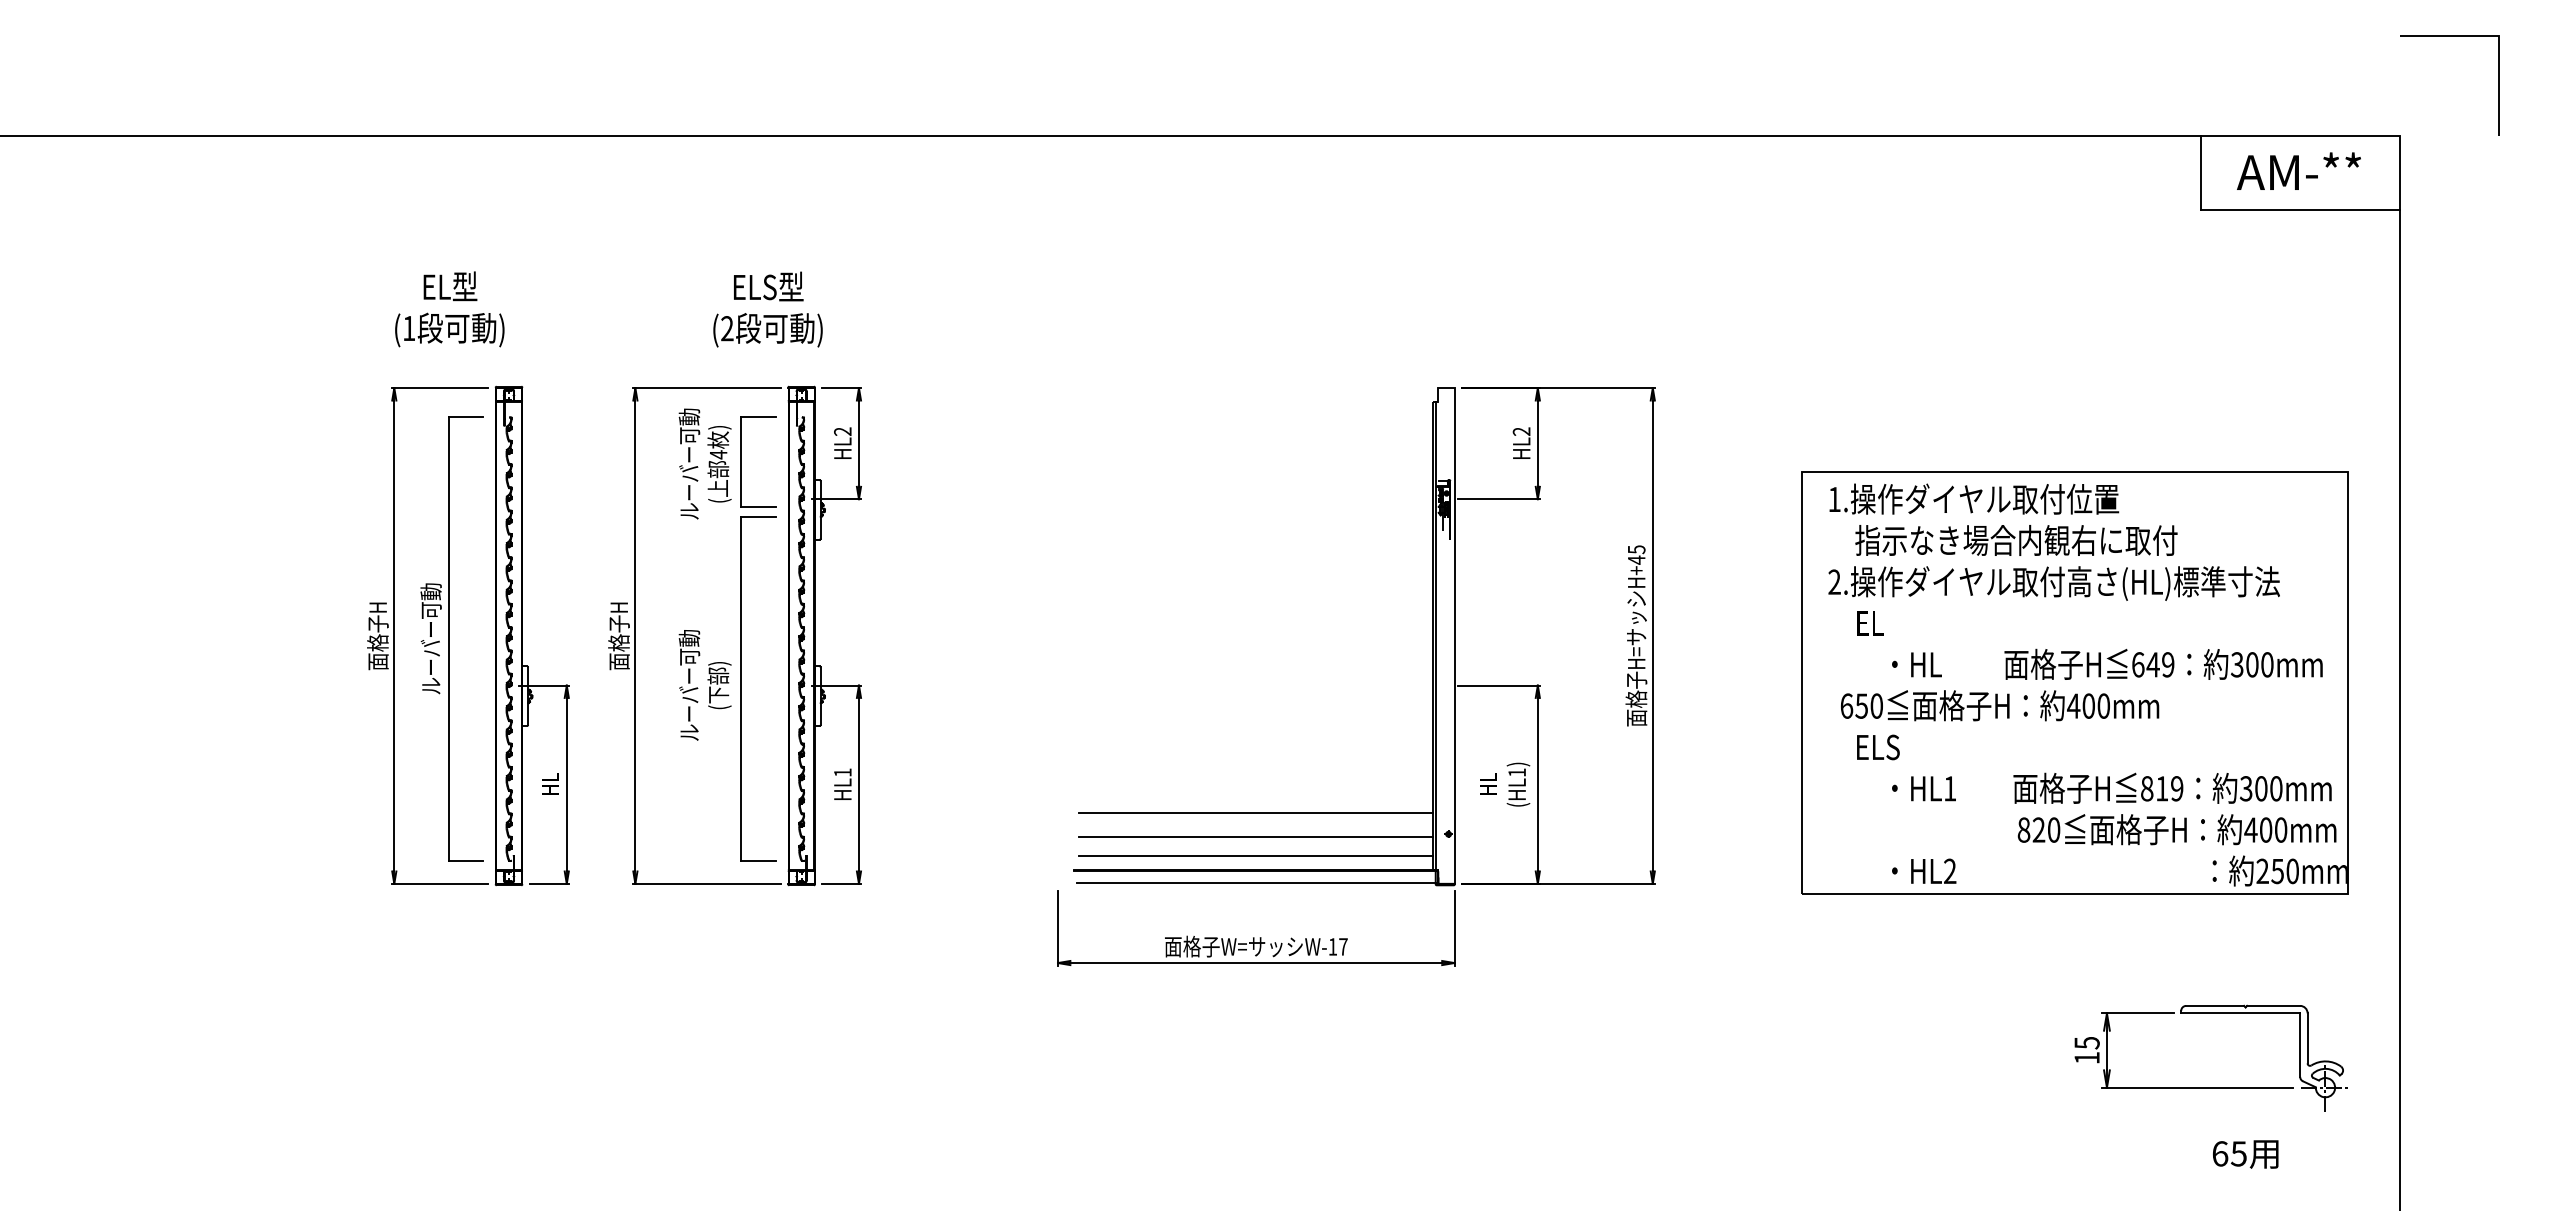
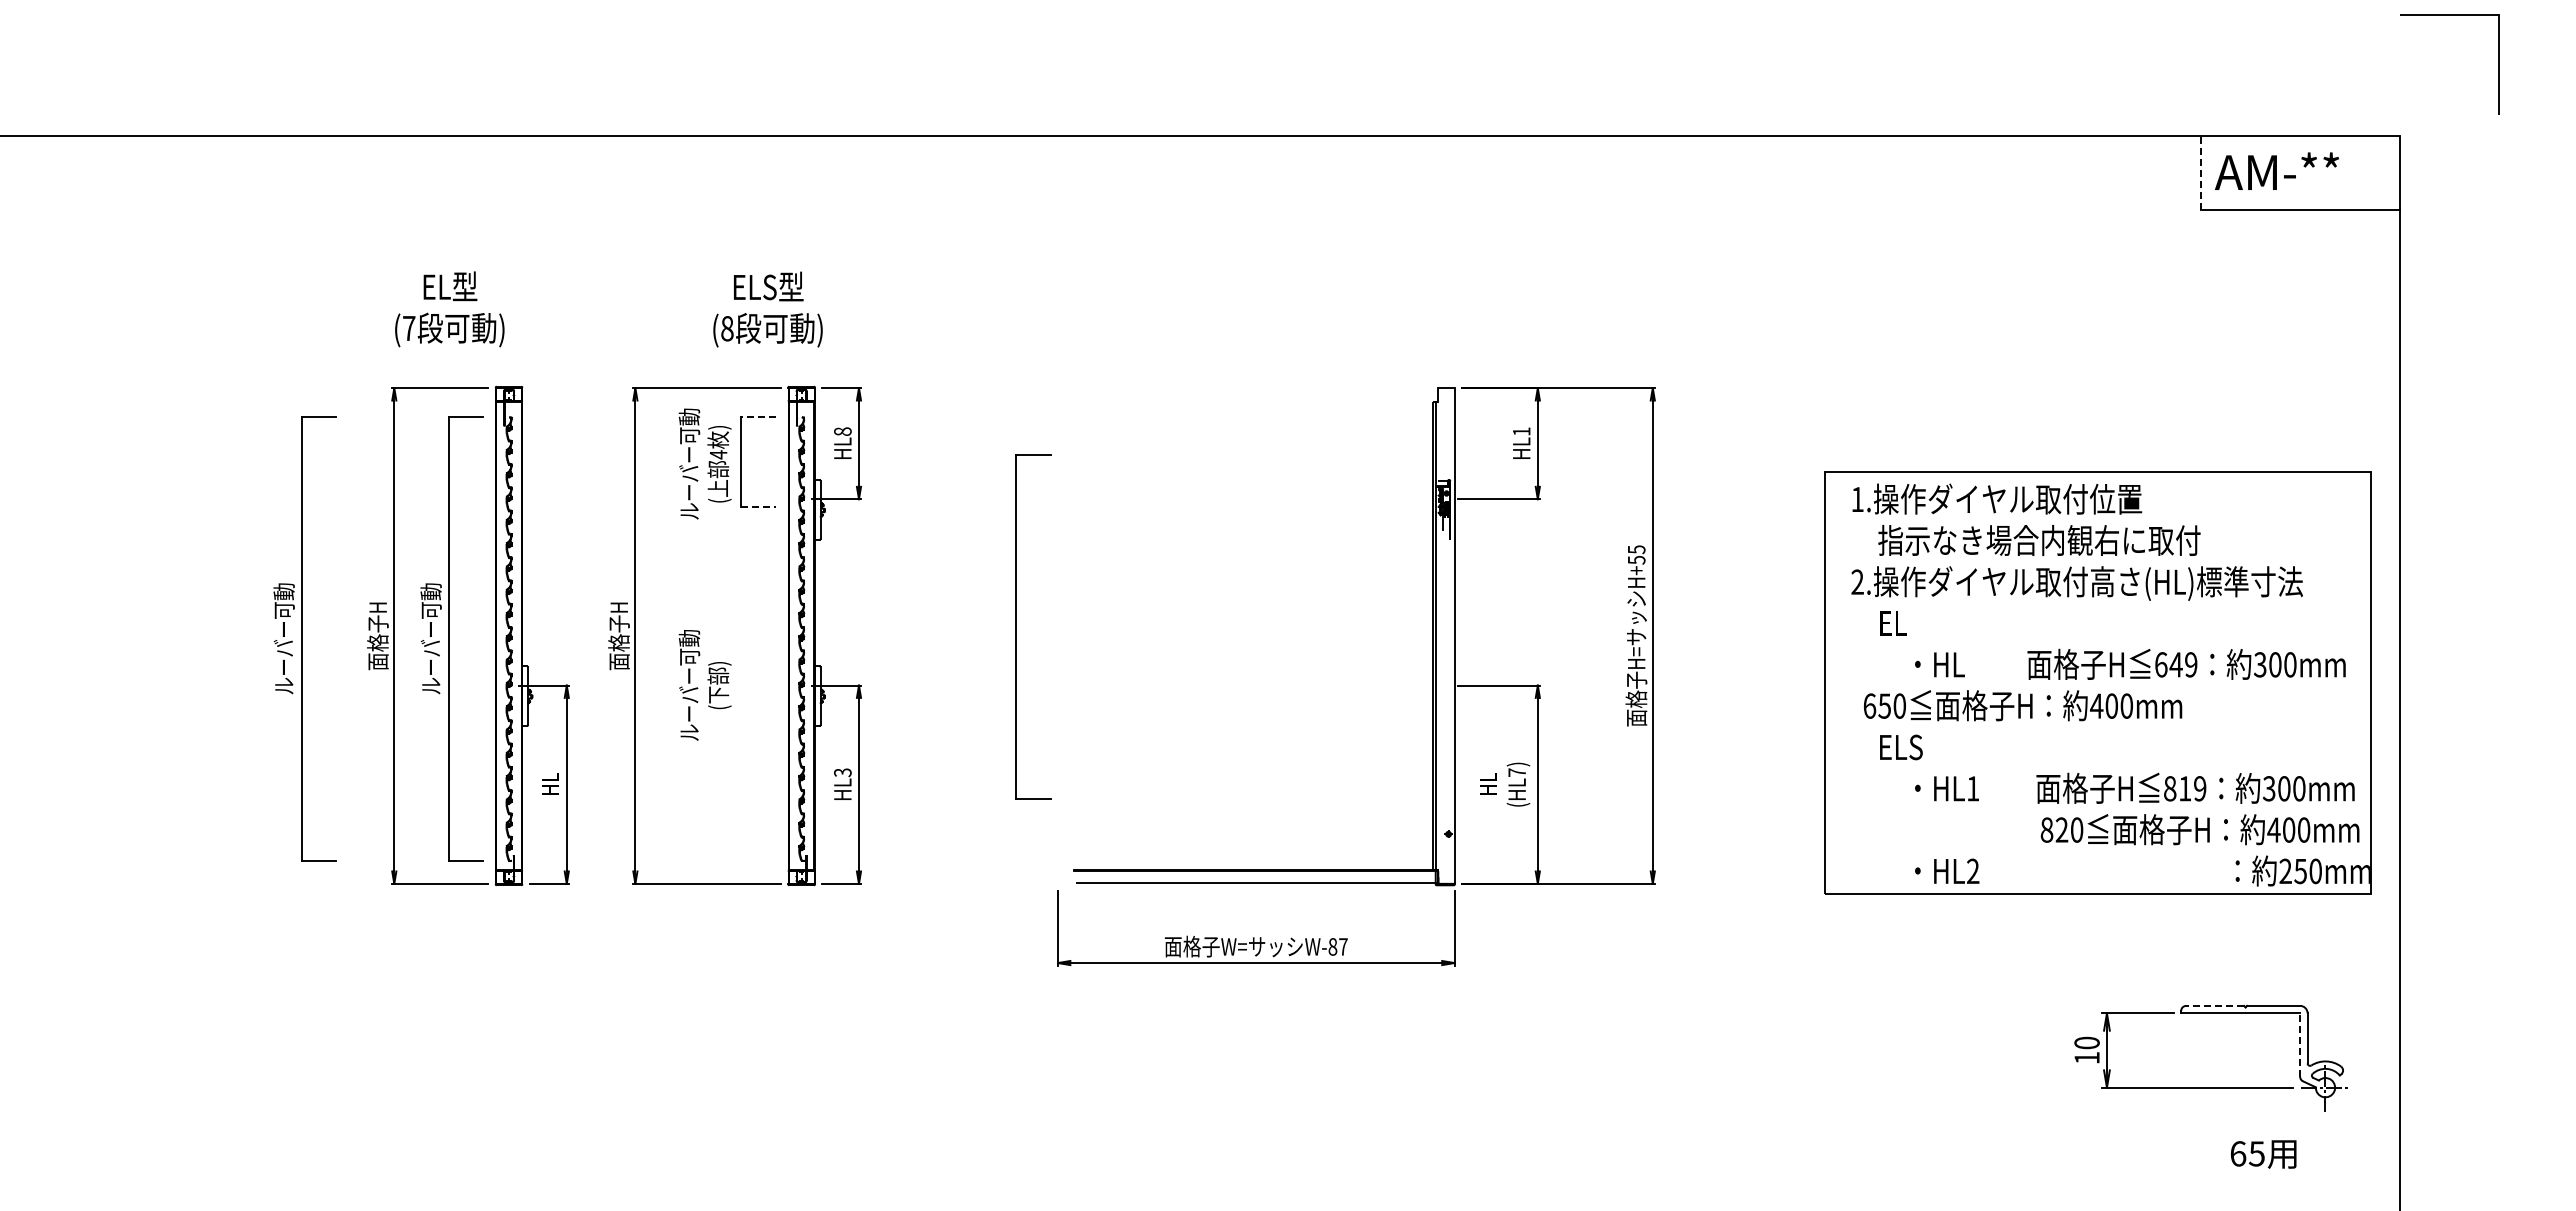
line at (2449, 36) position: (2449, 36) -> (2449, 15)
text at (2298, 170) position: (2298, 170) -> (2276, 170)
line at (2201, 172): solid -> dashed
text at (409, 328): (1 -> (7
text at (727, 328): (2 -> (8
line at (758, 417): solid -> dashed
text at (842, 431): HL2 -> HL8
text at (1521, 431): HL2 -> HL1
line at (759, 506): solid -> dashed
text at (1636, 559): H+45 -> H+55
part at (304, 638): none -> present
part at (2074, 682) position: (2074, 682) -> (2097, 682)
part at (741, 688) position: (741, 688) -> (1016, 626)
text at (842, 772): HL1 -> HL3
text at (1516, 772): (HL1) -> (HL7)
line at (1256, 813): present -> none
line at (1256, 836): present -> none
line at (1256, 856): present -> none
text at (1332, 946): W-17 -> W-87
line at (2215, 1005): solid -> dashed
text at (2086, 1042): 15 -> 10
line at (2300, 1045): solid -> dashed
text at (2245, 1154) position: (2245, 1154) -> (2263, 1154)
